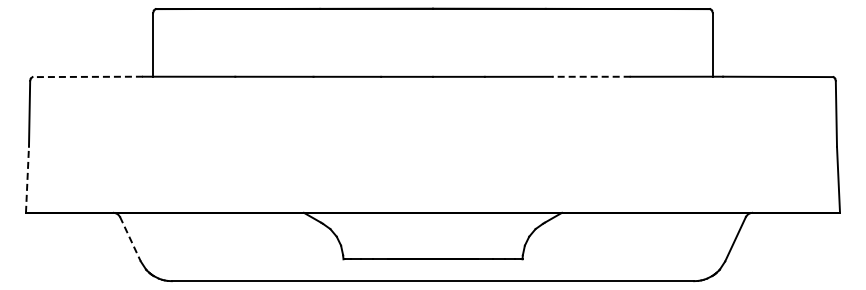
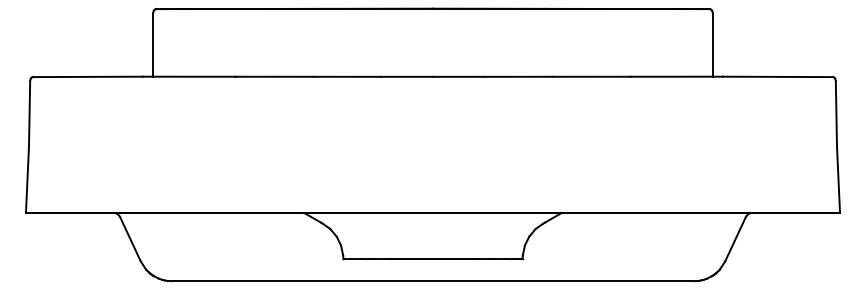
line at (87, 76): dashed -> solid
line at (591, 76): dashed -> solid
line at (27, 179): dashed -> solid
line at (130, 239): dashed -> solid
